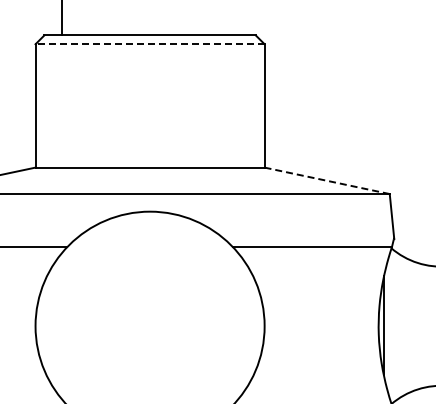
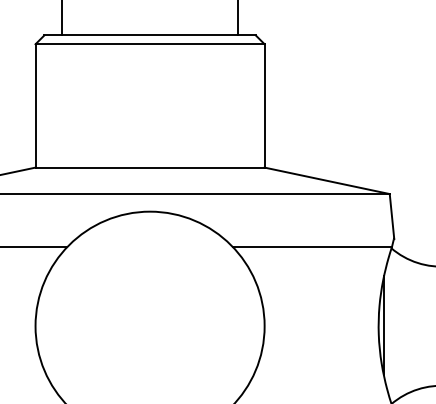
line at (238, 18): none -> present
line at (150, 44): dashed -> solid
line at (327, 180): dashed -> solid
